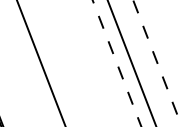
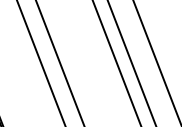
line at (59, 62): none -> present
line at (116, 63): dashed -> solid
line at (157, 64): dashed -> solid
